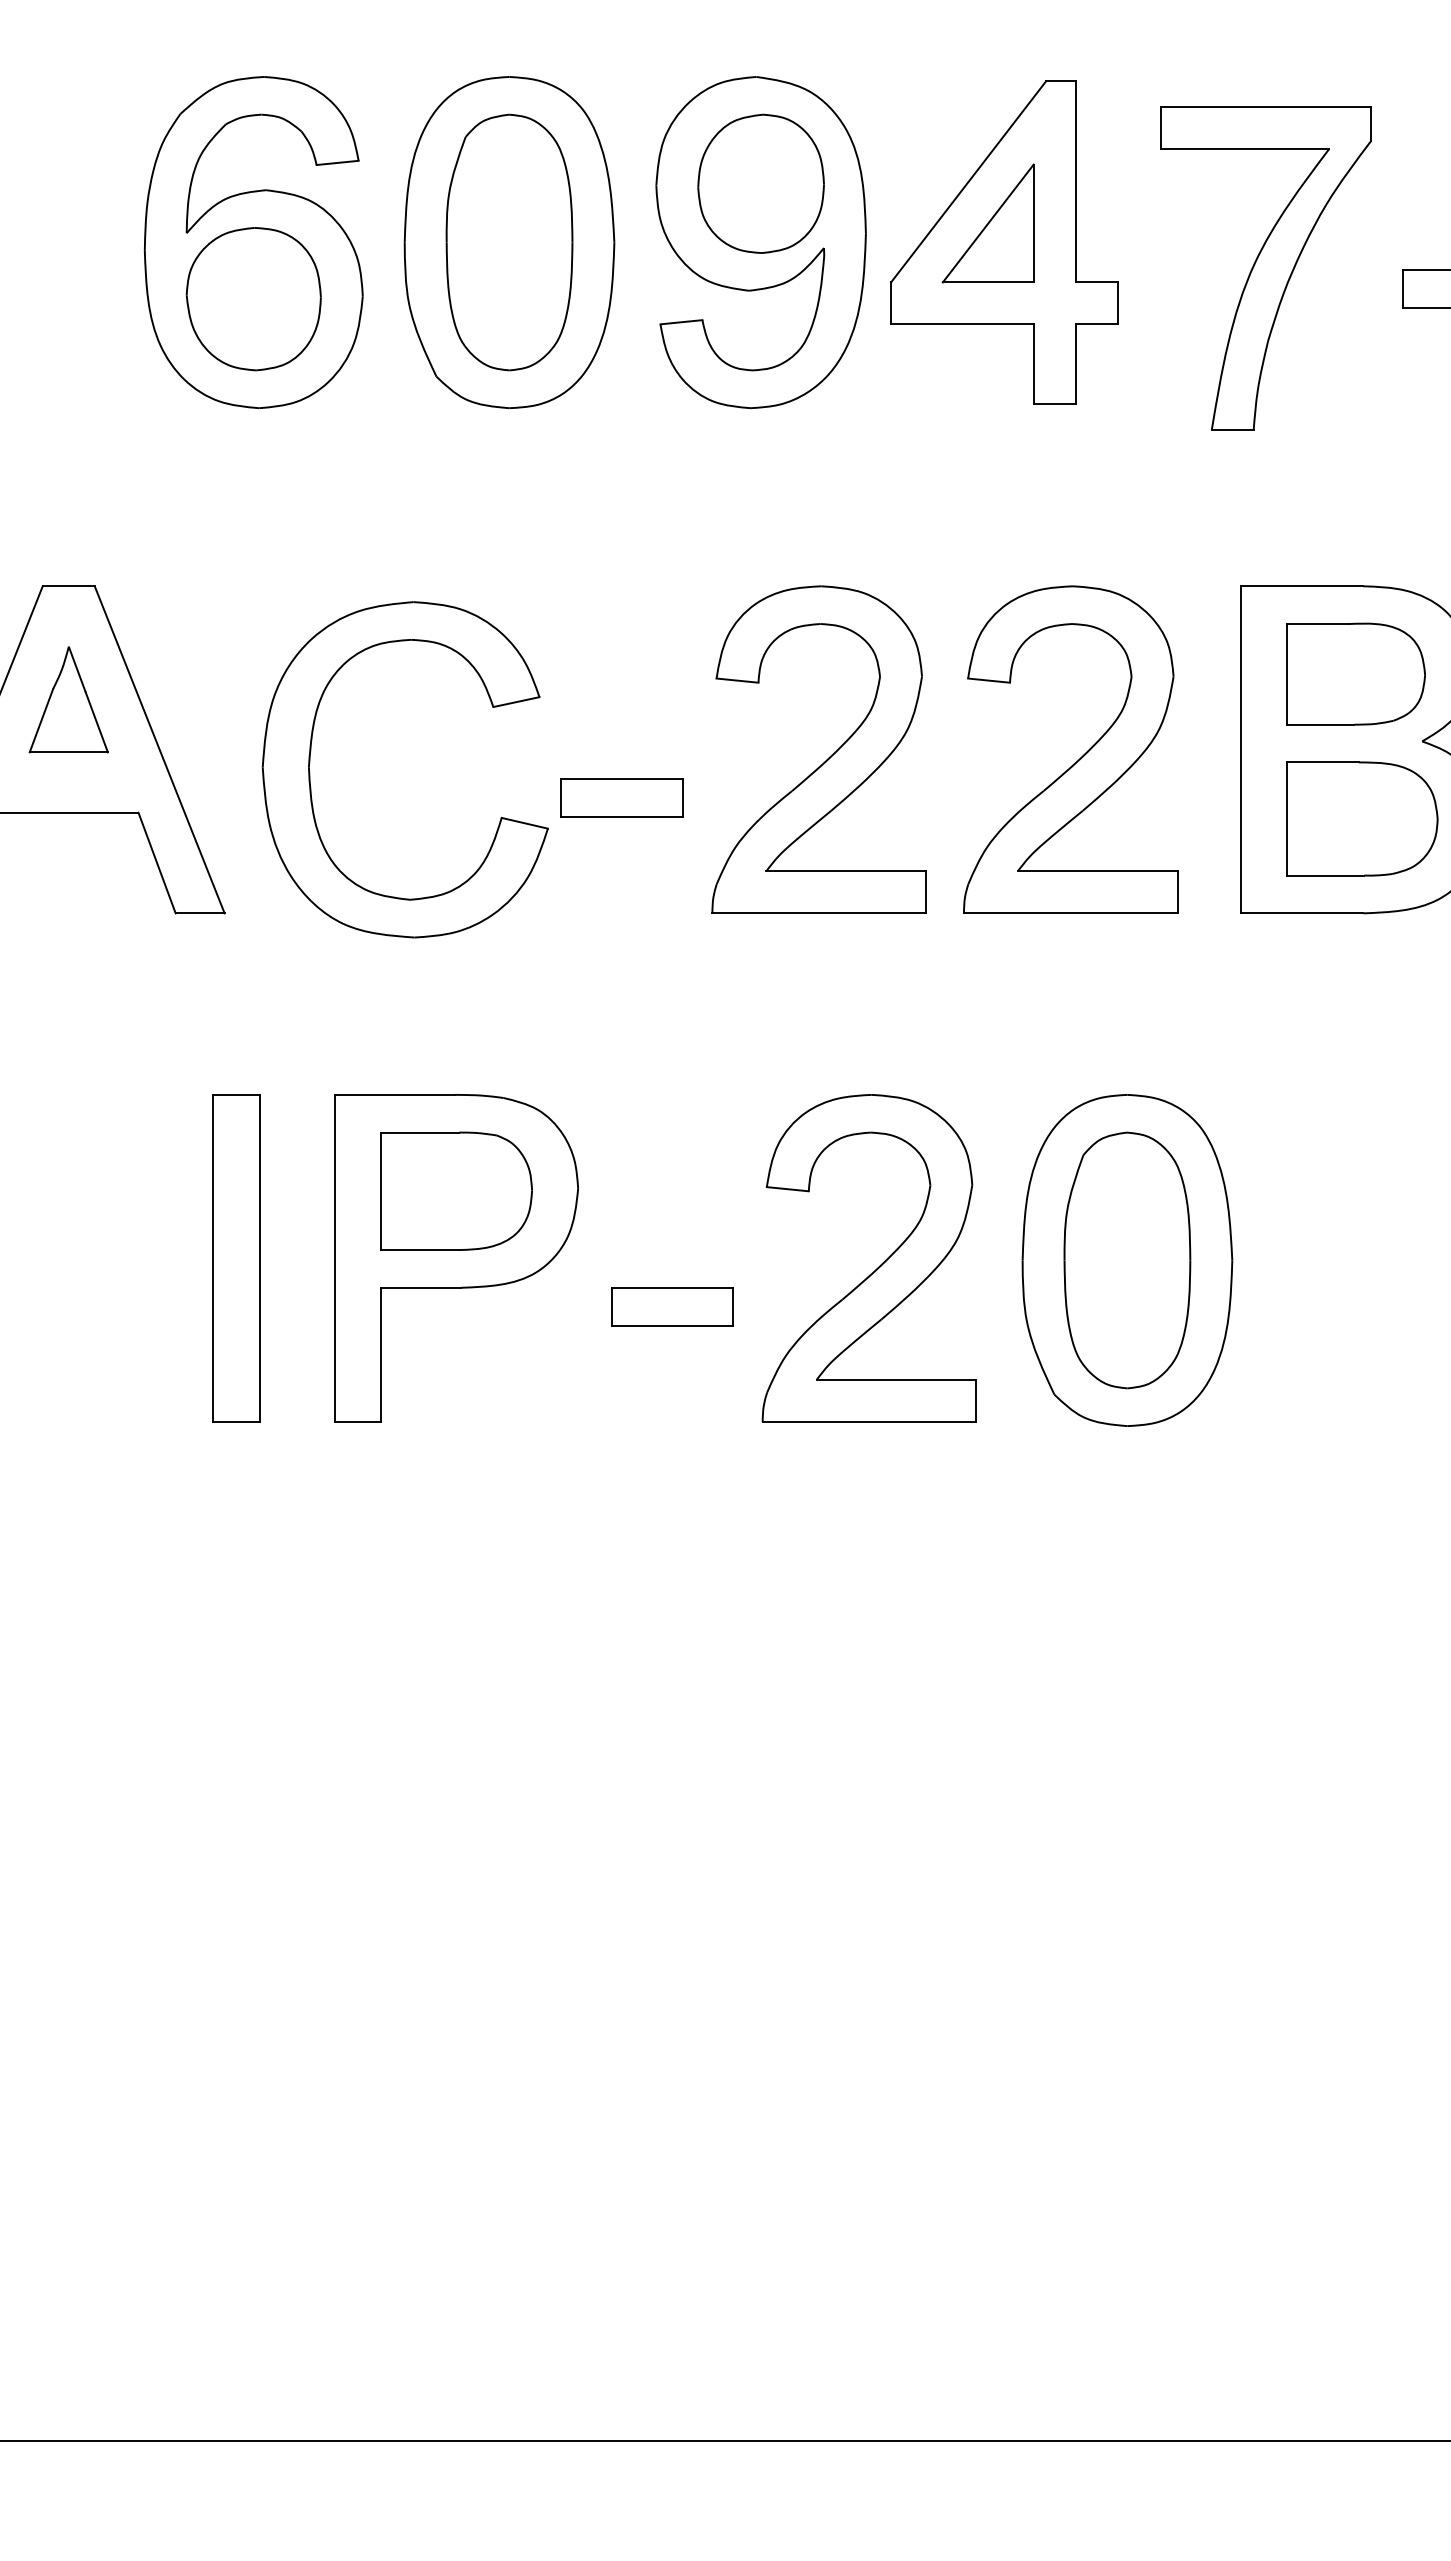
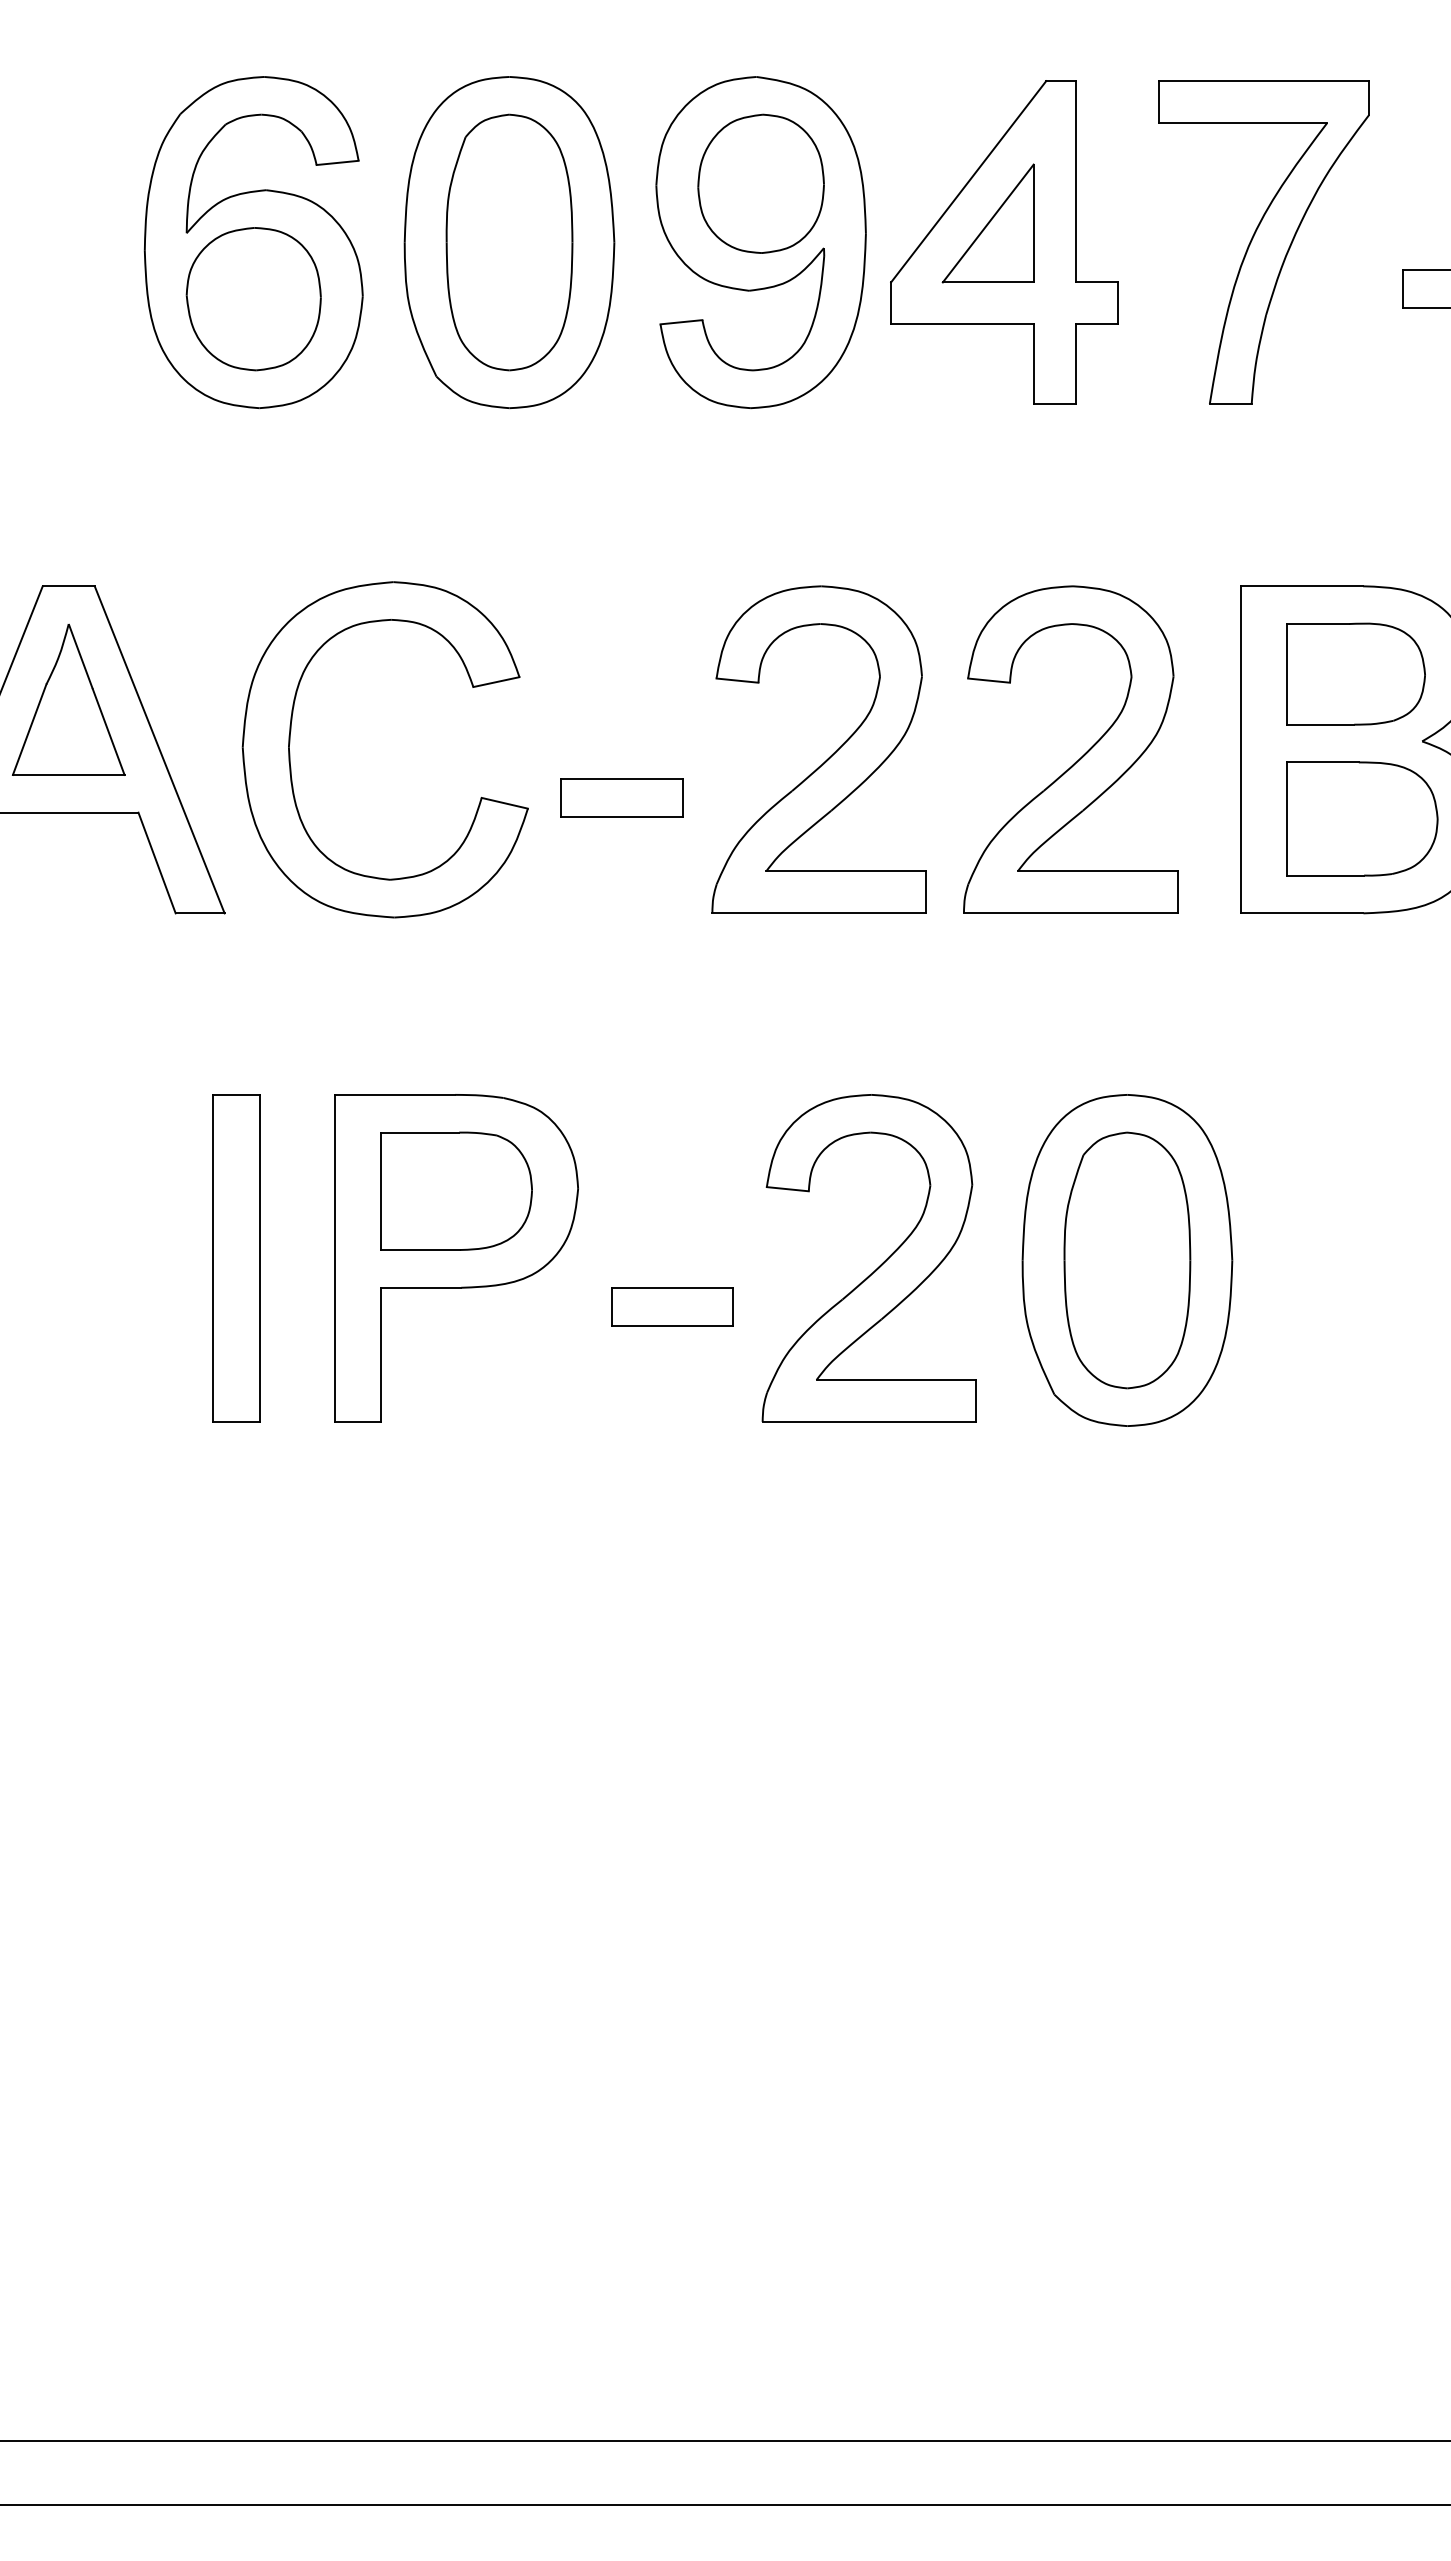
part at (1265, 268) position: (1265, 268) -> (1263, 242)
part at (68, 699) size: 81x108 px -> 114x153 px
part at (310, 772) position: (310, 772) -> (290, 752)
line at (724, 2505): none -> present
